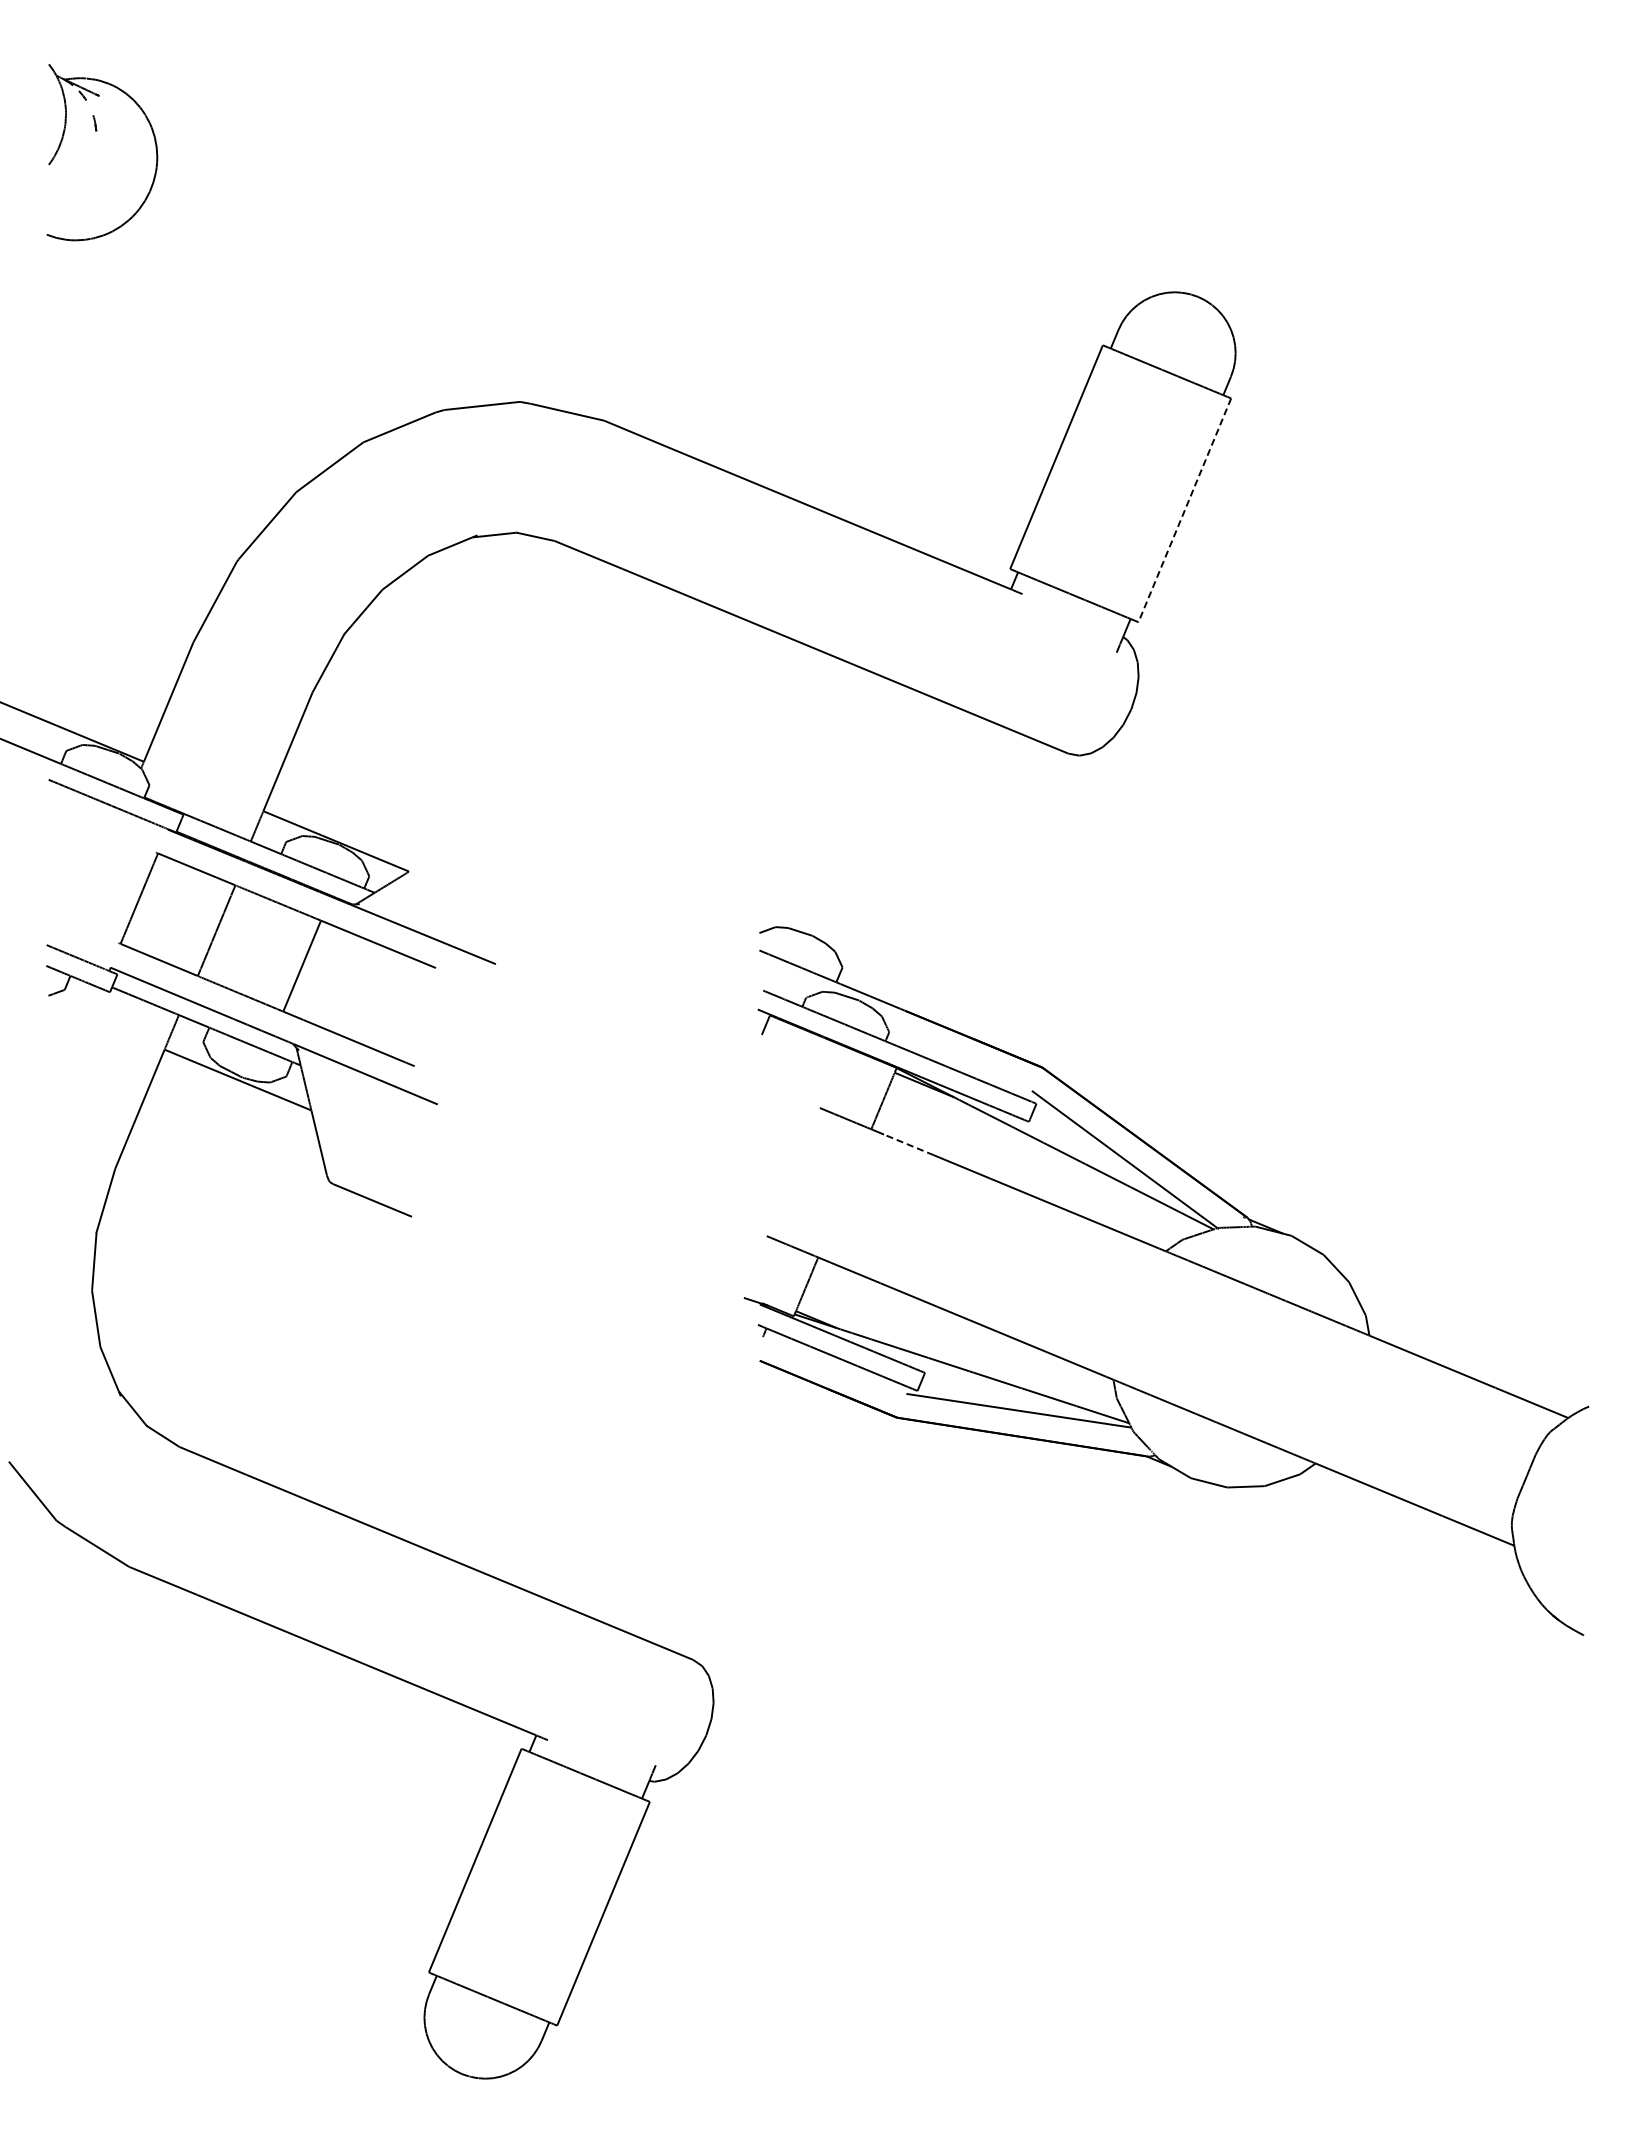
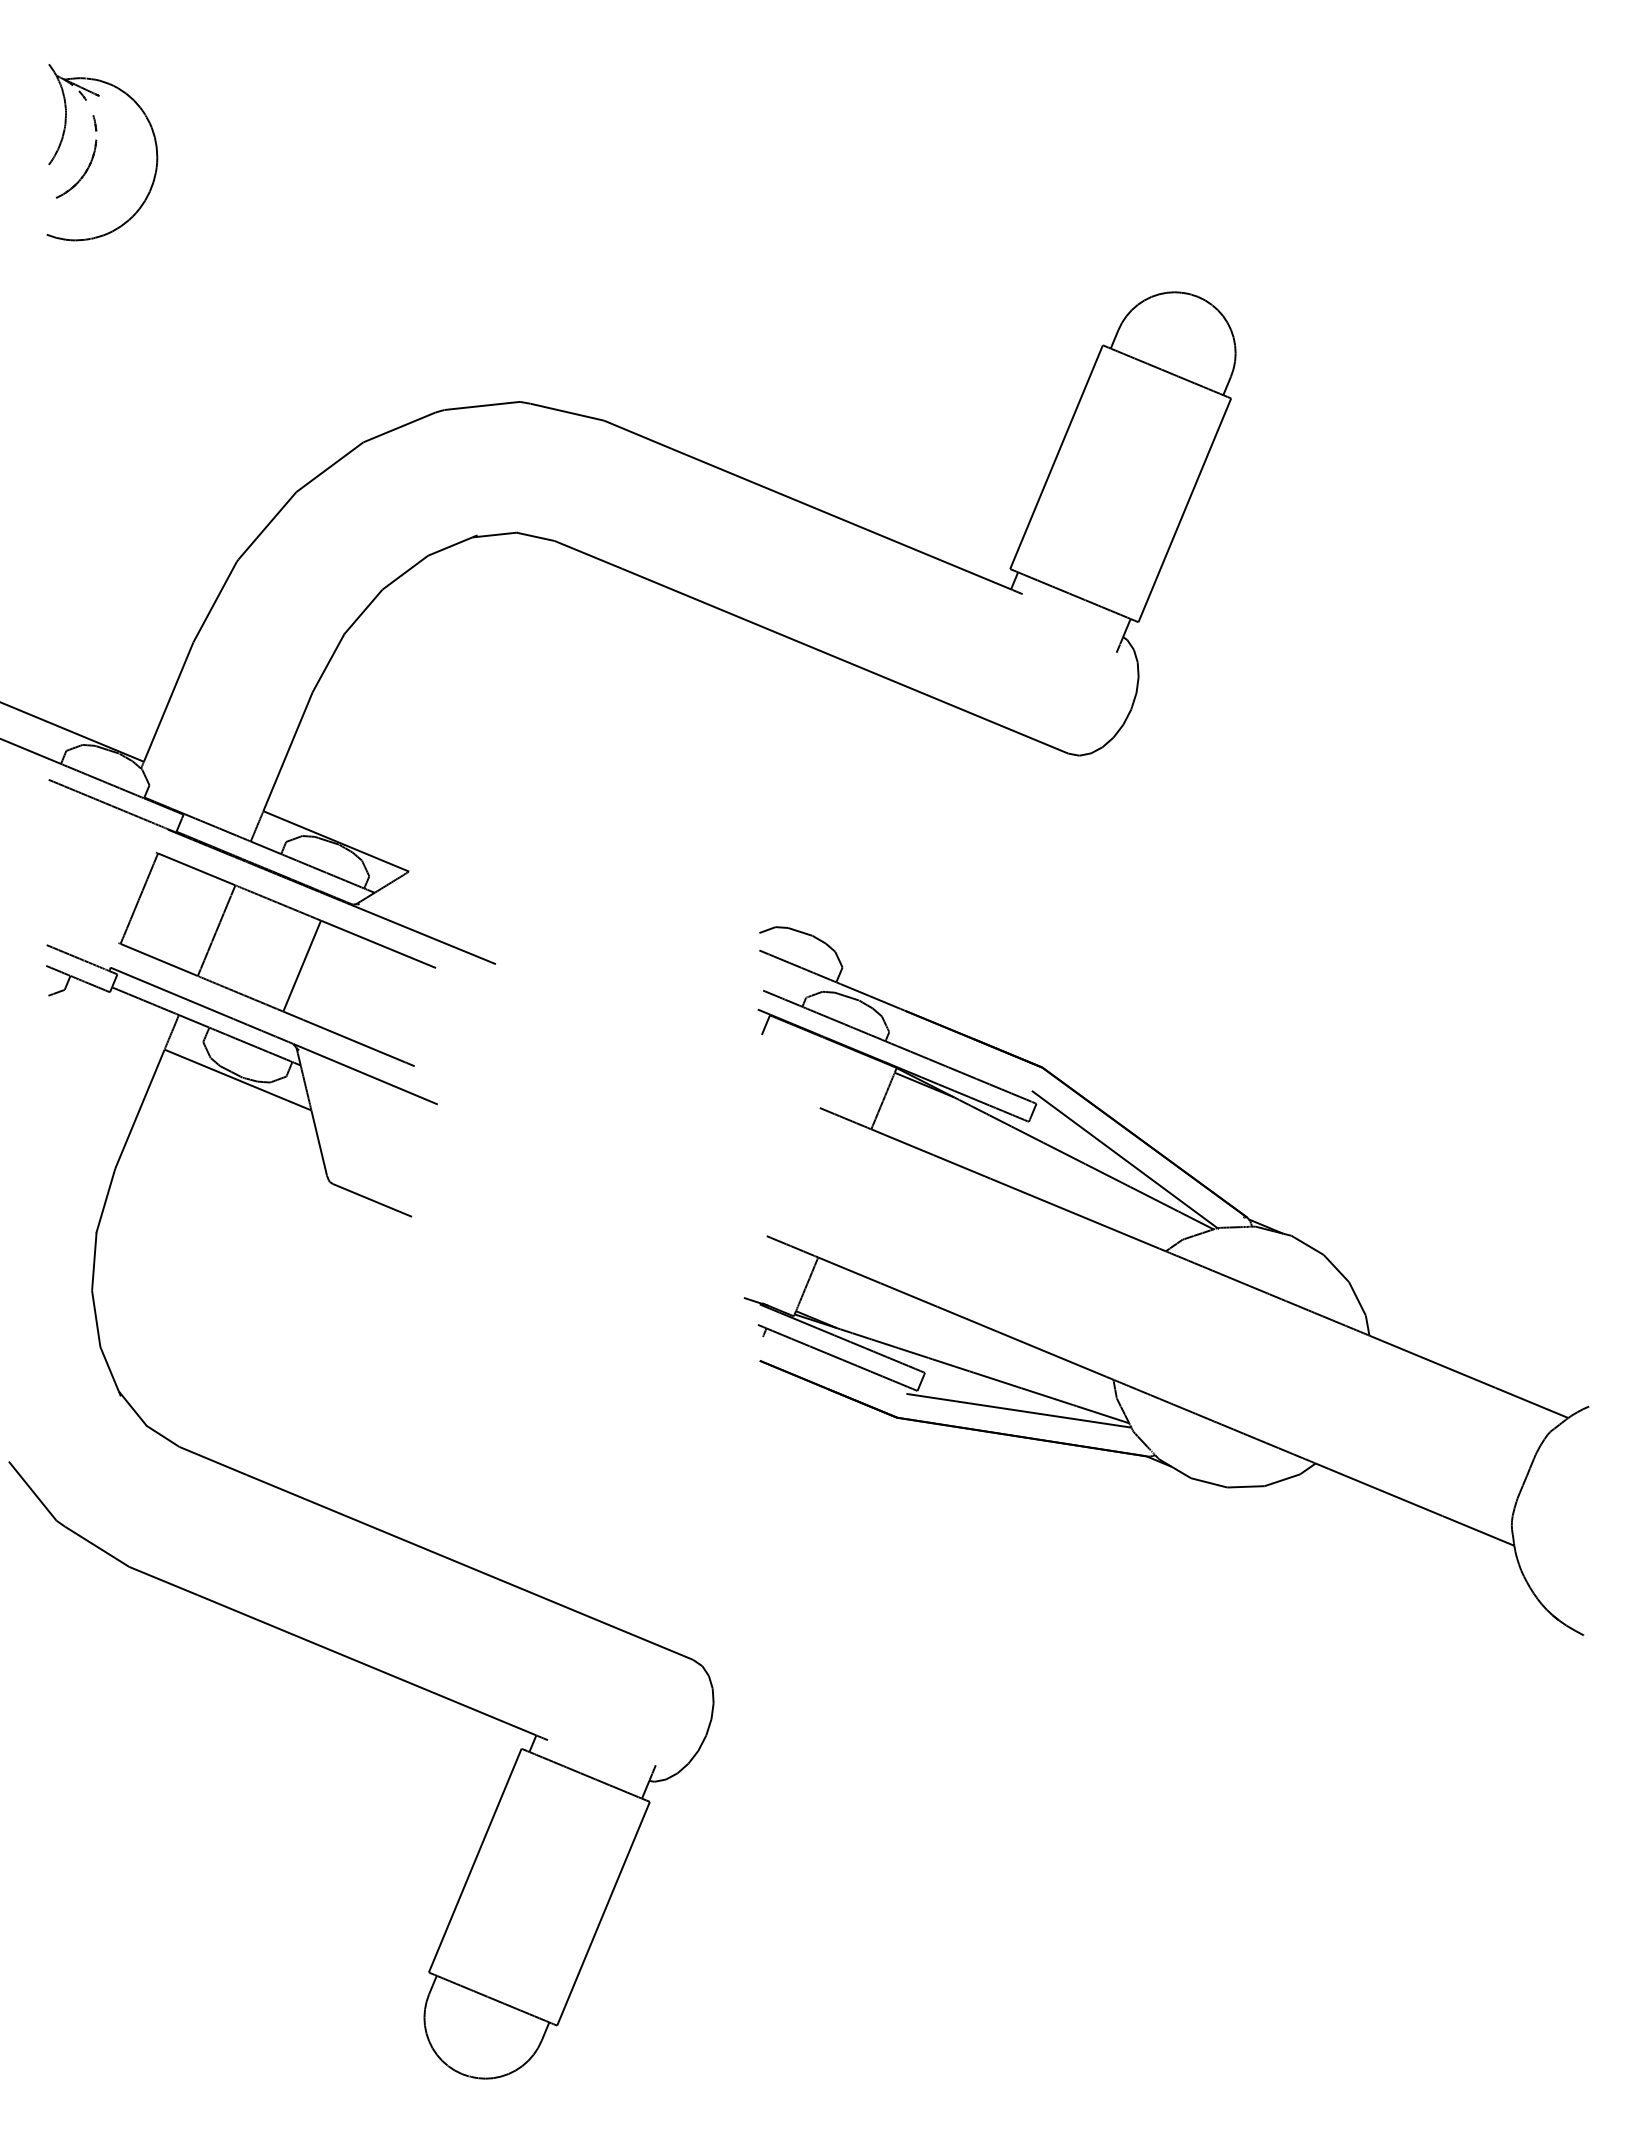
part at (83, 173): none -> present
line at (1184, 510): dashed -> solid
line at (908, 1144): dashed -> solid
